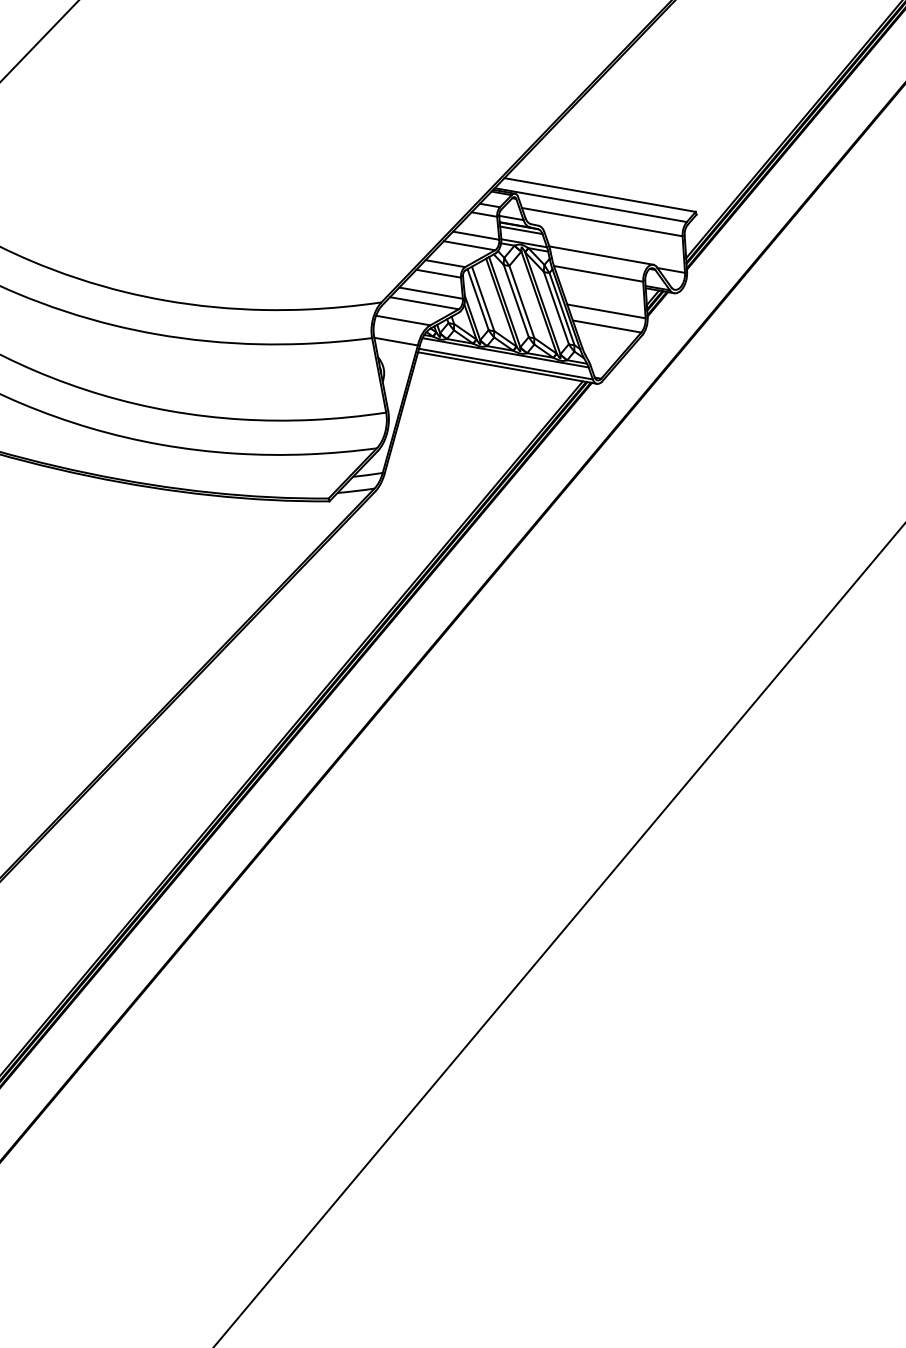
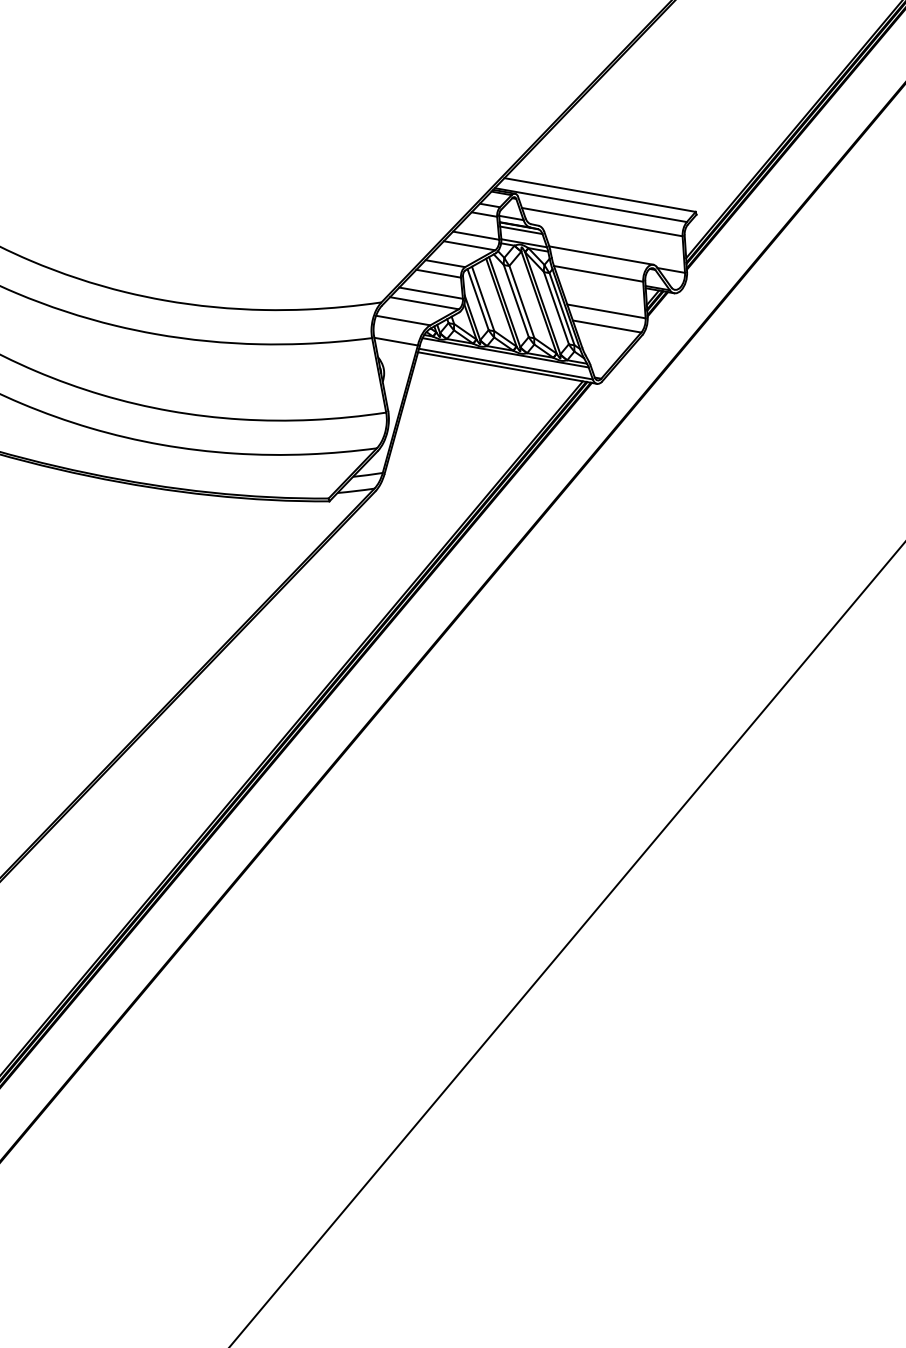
line at (39, 41): present -> none
line at (558, 934) position: (558, 934) -> (566, 944)
